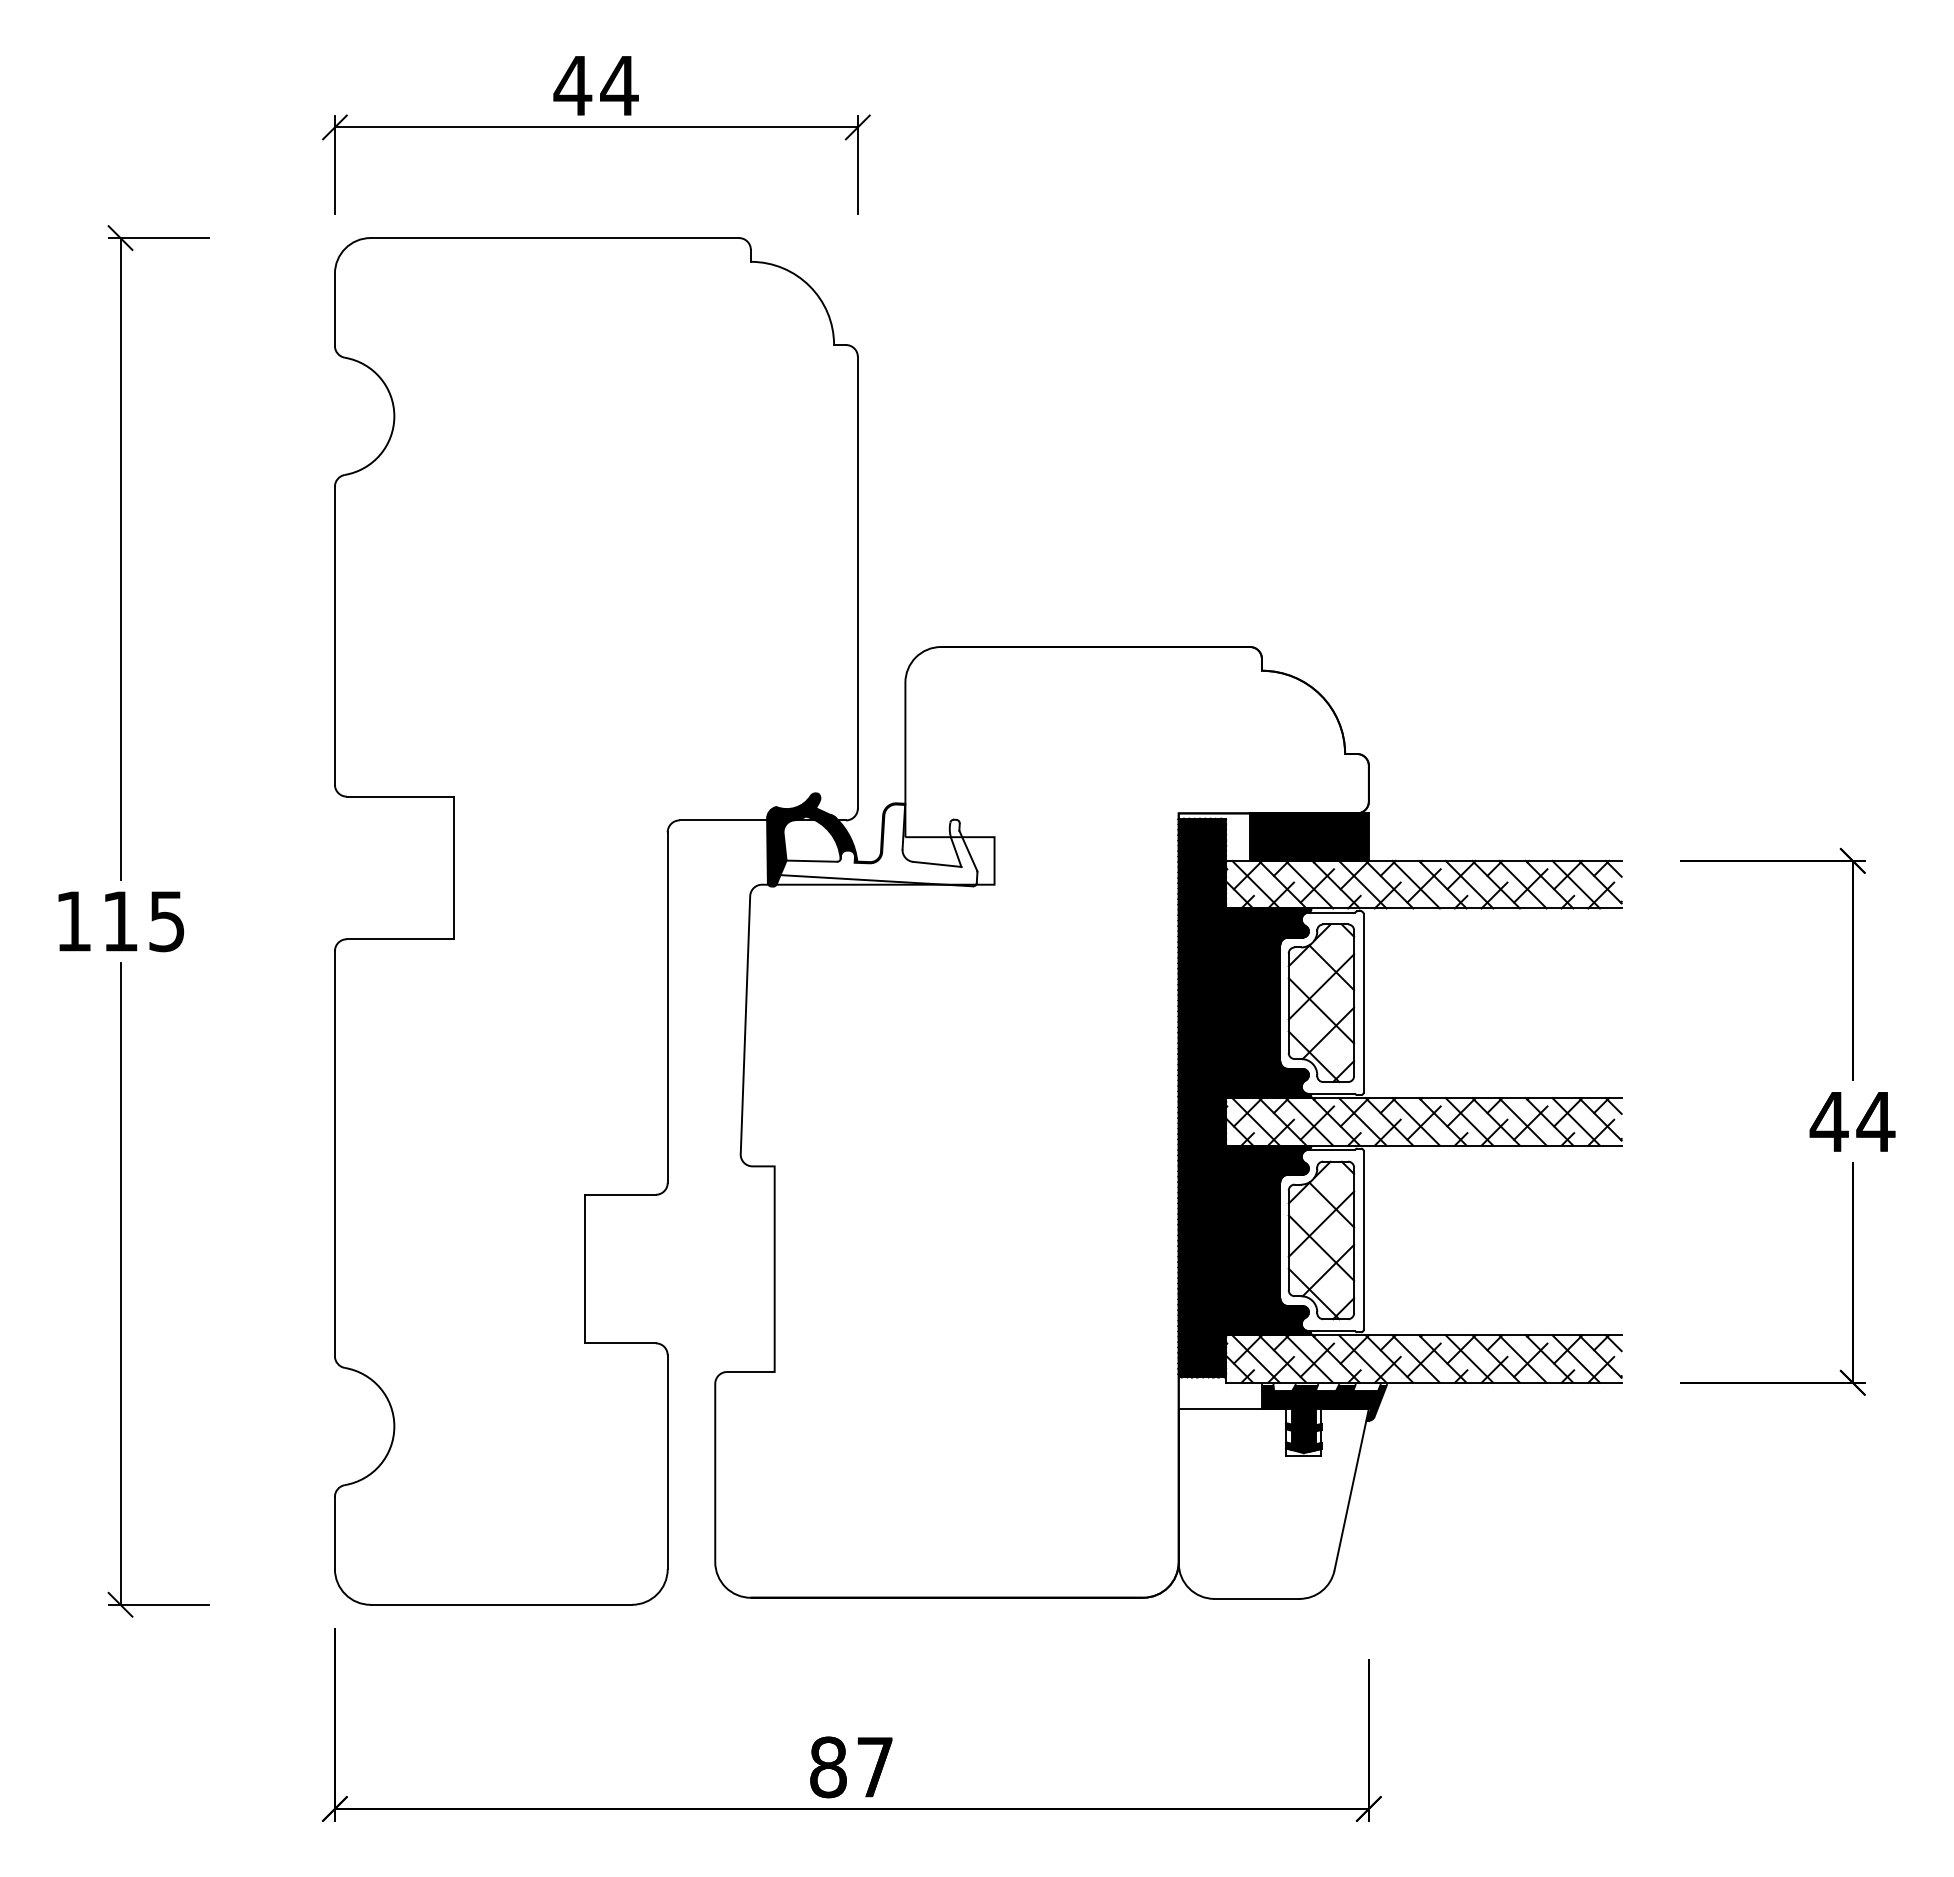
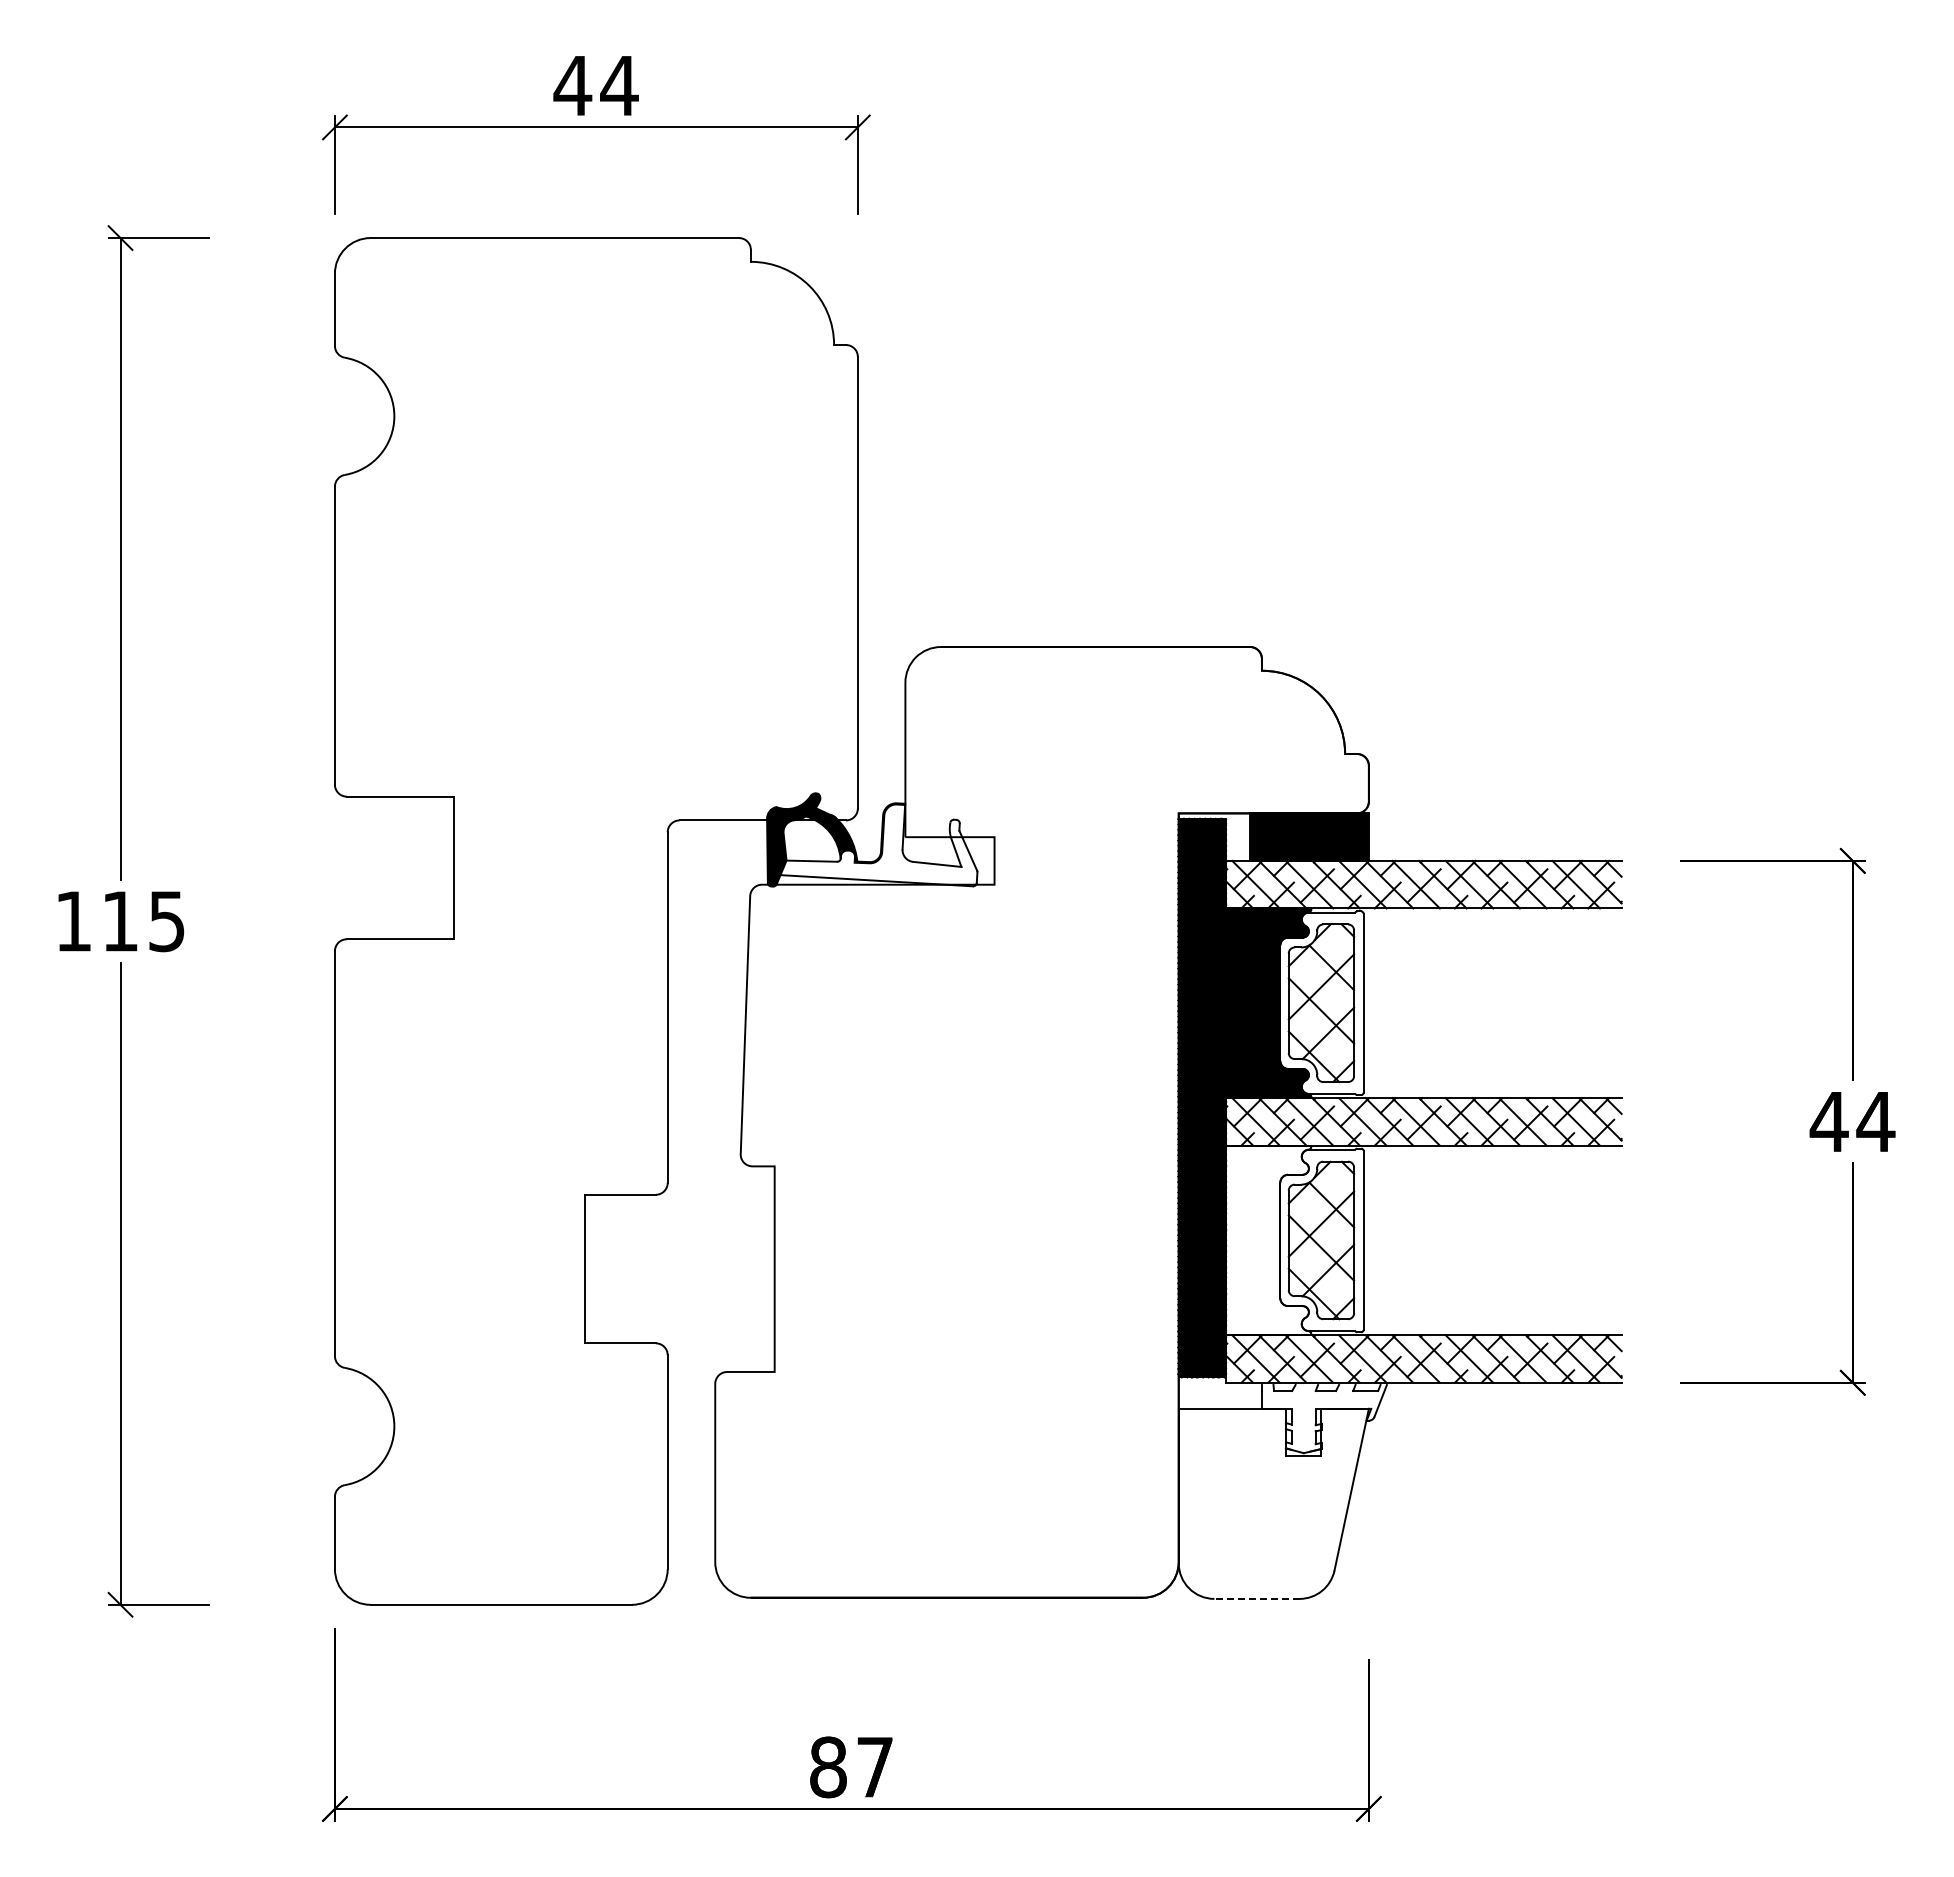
fill at (1268, 1240): present -> none
fill at (1324, 1418): present -> none
line at (1257, 1598): solid -> dashed
